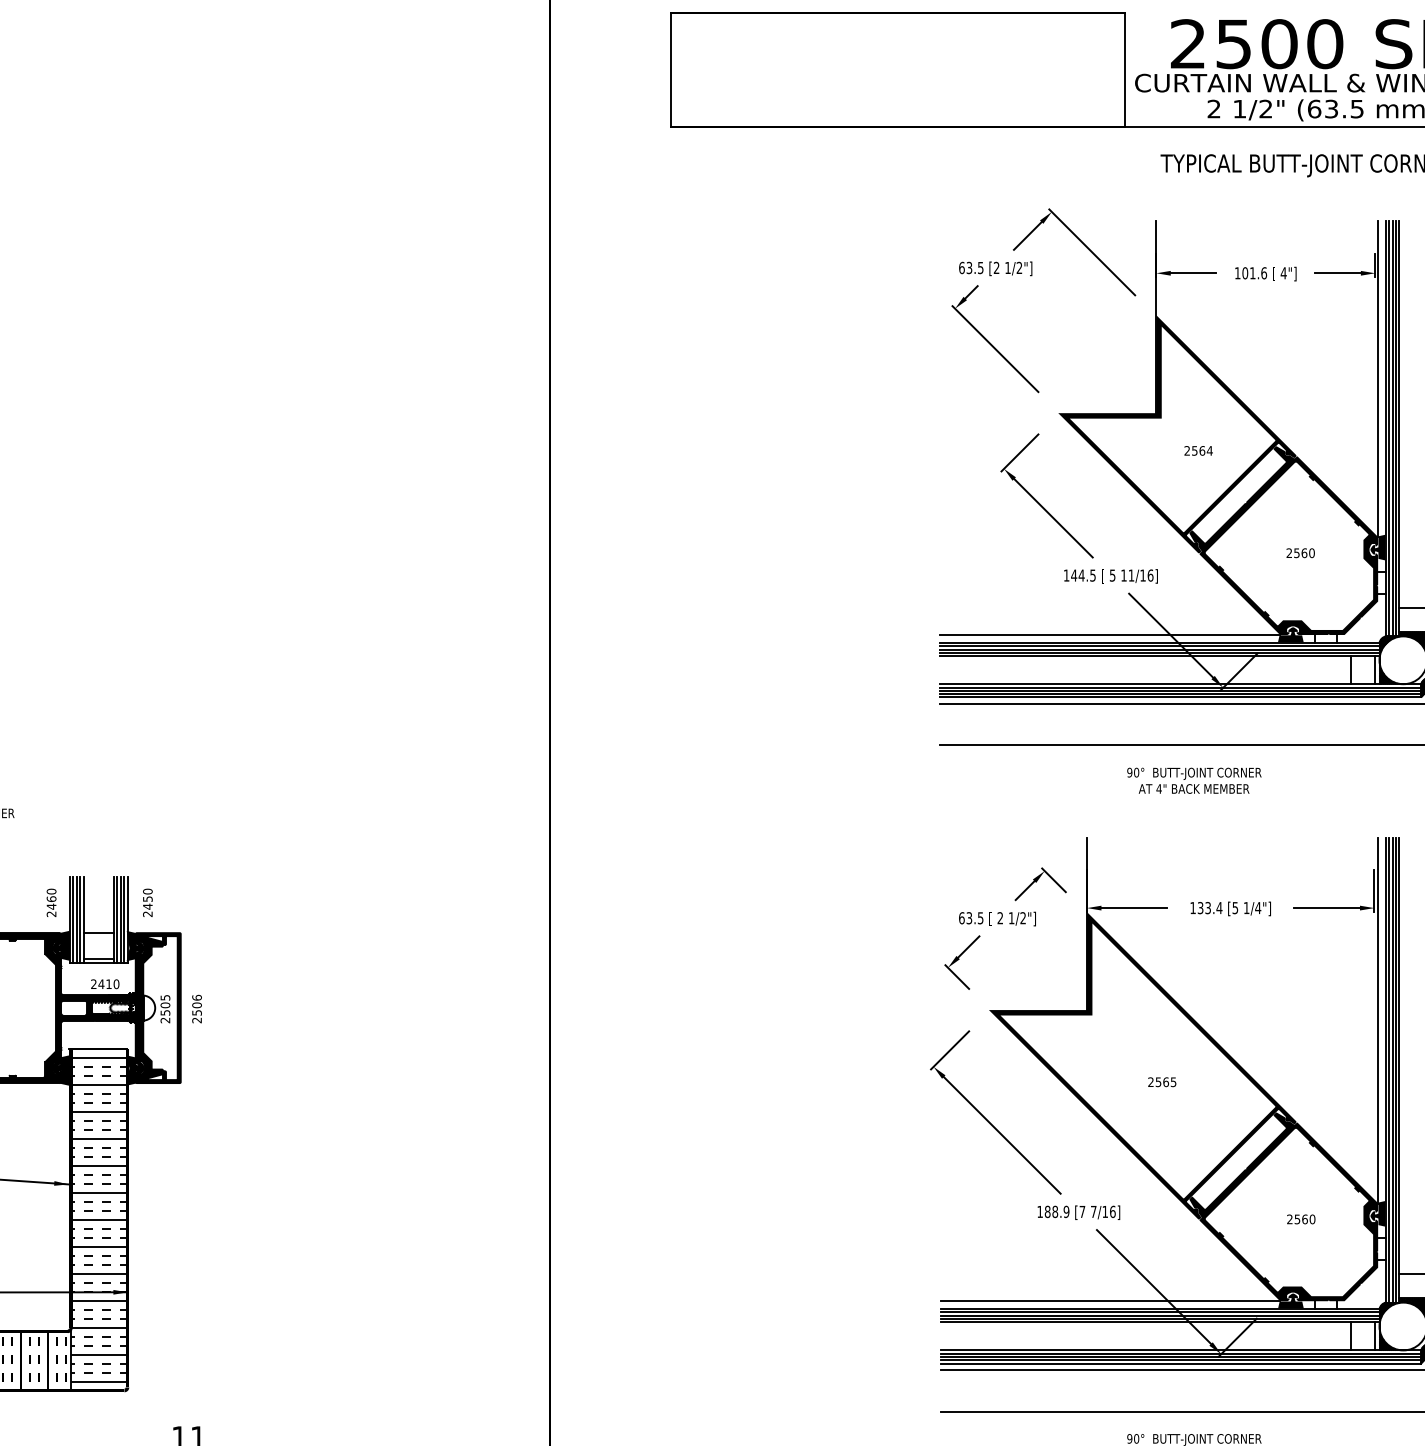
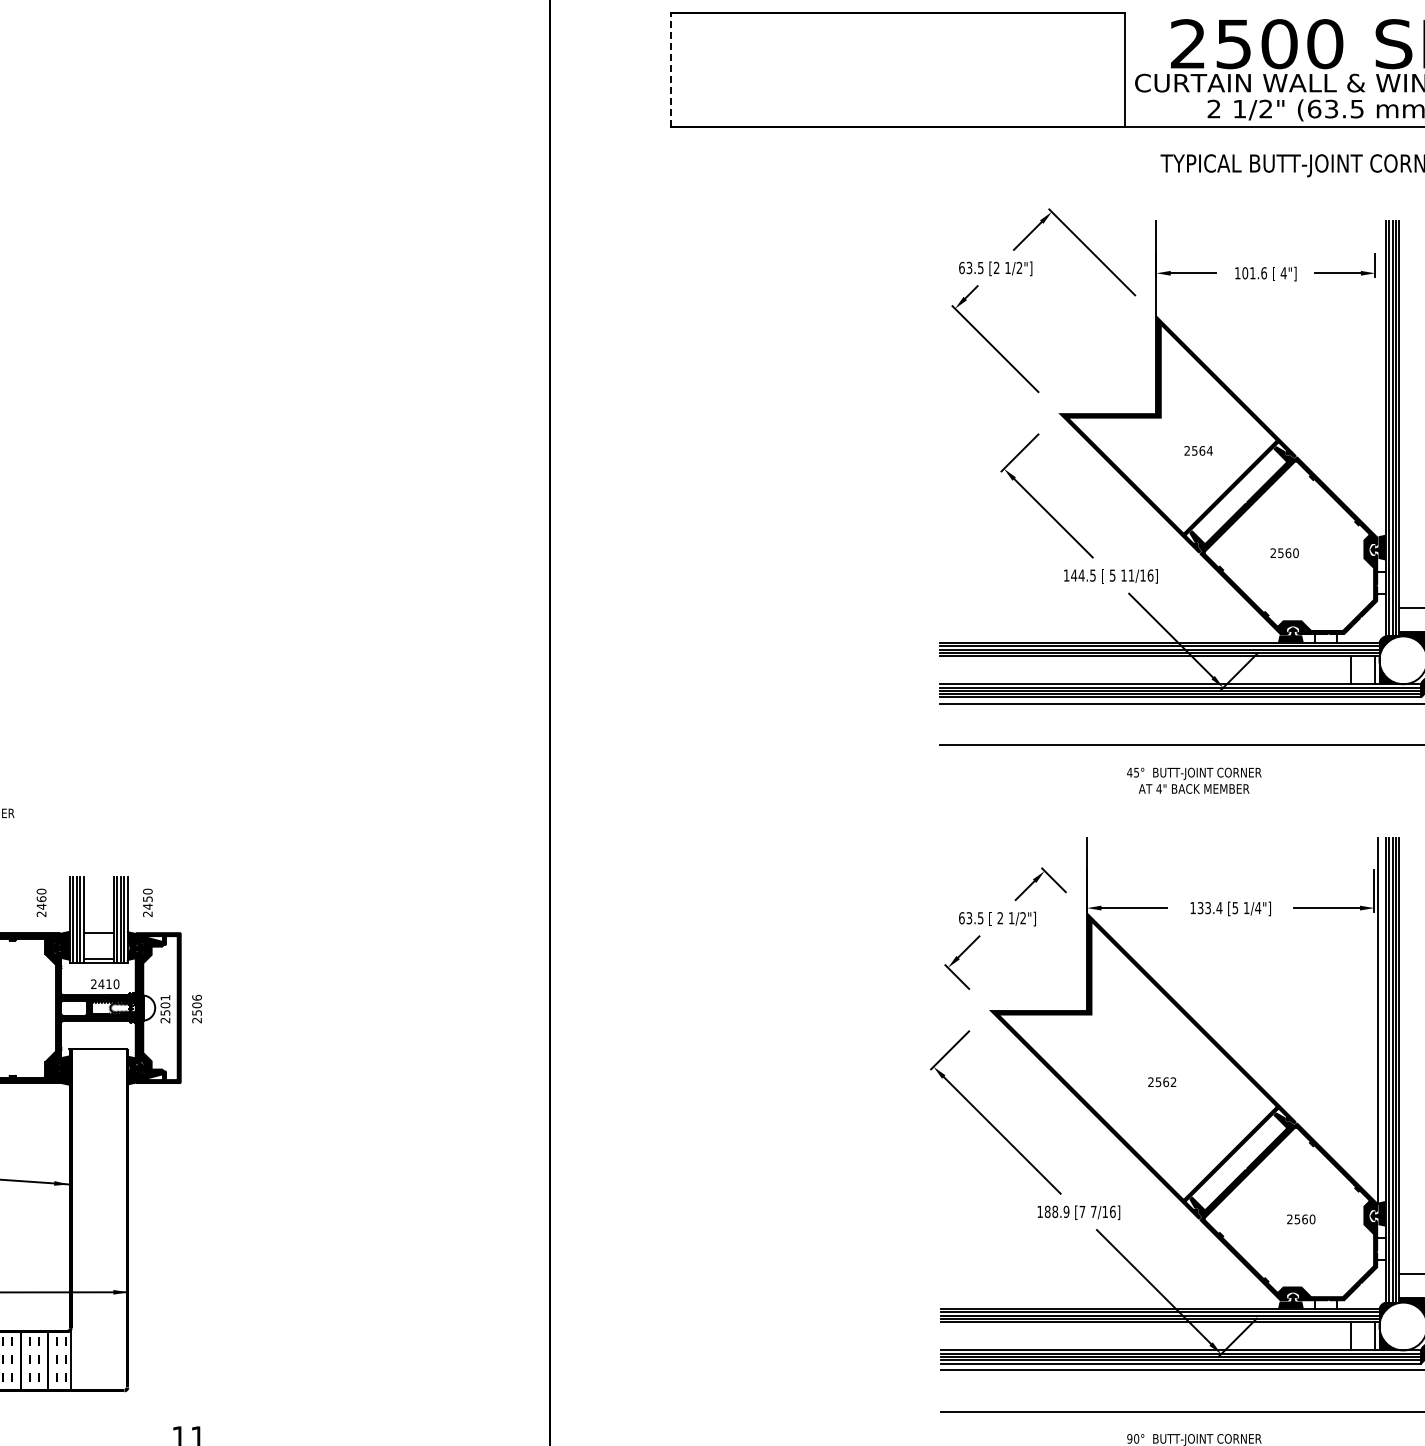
line at (671, 69): solid -> dashed
line at (1378, 378): present -> none
text at (1300, 553) position: (1300, 553) -> (1284, 553)
line at (1110, 635): present -> none
text at (1133, 772): 90° -> 45°
text at (51, 902) position: (51, 902) -> (41, 902)
text at (165, 997): 2505 -> 2501
text at (1173, 1082): 2565 -> 2562
hatch at (98, 1215): present -> none
line at (1110, 1301): present -> none
